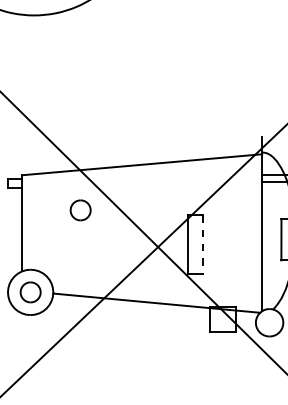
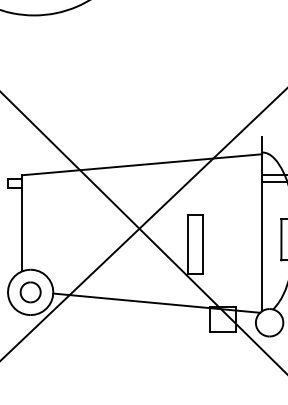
part at (80, 210): present -> none
line at (203, 245): dashed -> solid
line at (143, 260) position: (143, 260) -> (143, 224)
